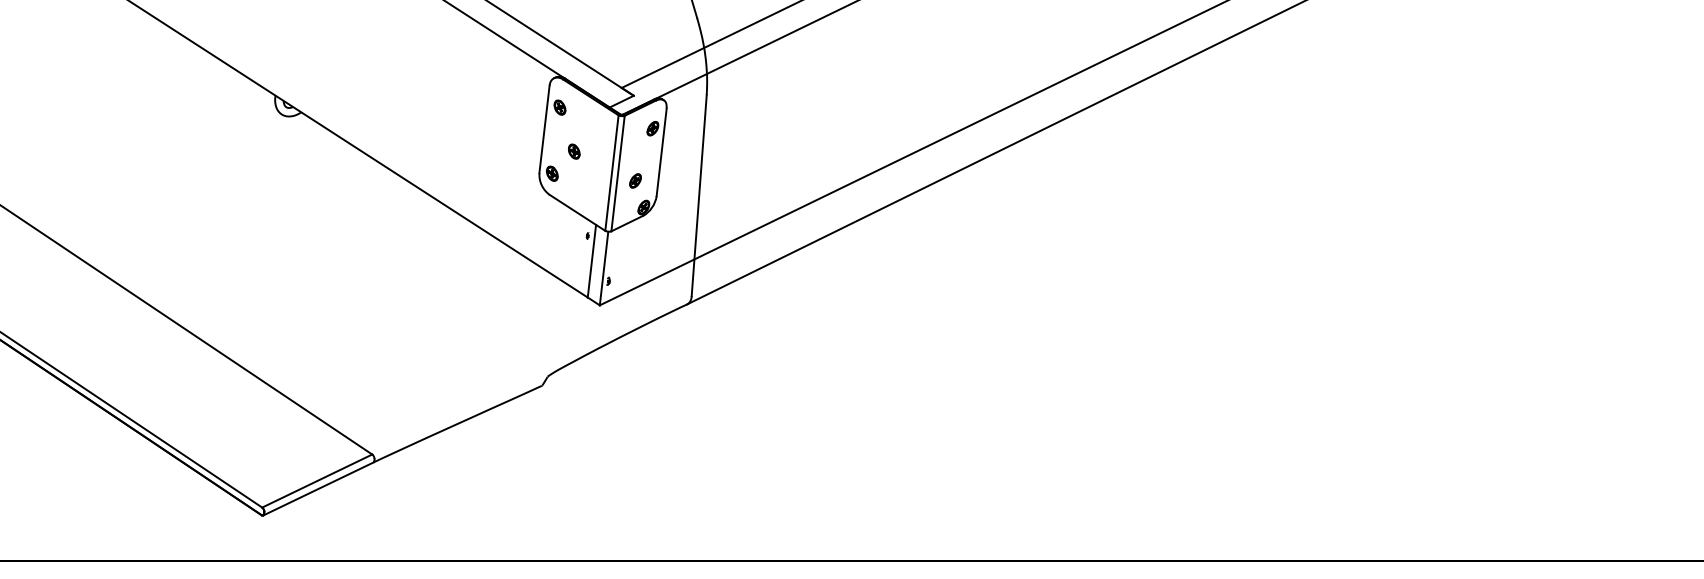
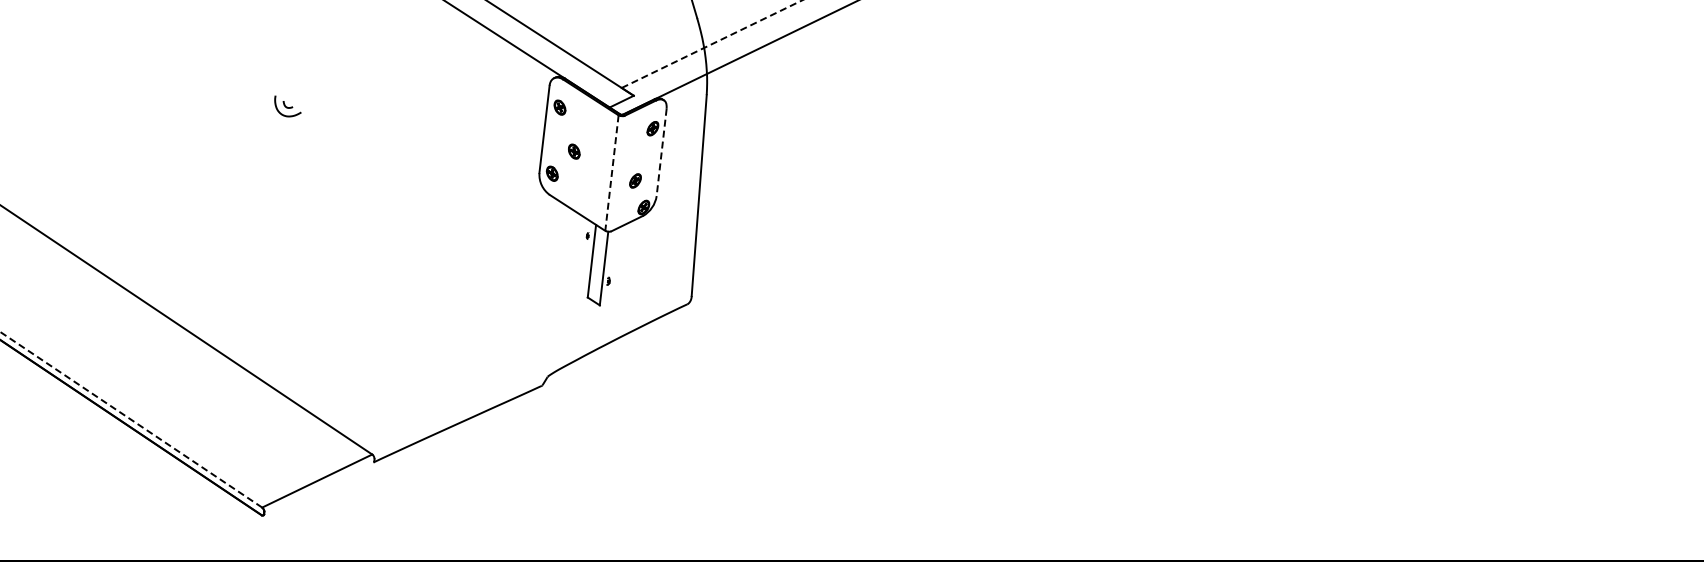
line at (712, 43): solid -> dashed
line at (359, 149): present -> none
line at (661, 152): solid -> dashed
line at (911, 153): present -> none
line at (994, 153): present -> none
line at (611, 173): solid -> dashed
line at (617, 173): present -> none
line at (131, 419): solid -> dashed
line at (318, 488): present -> none
